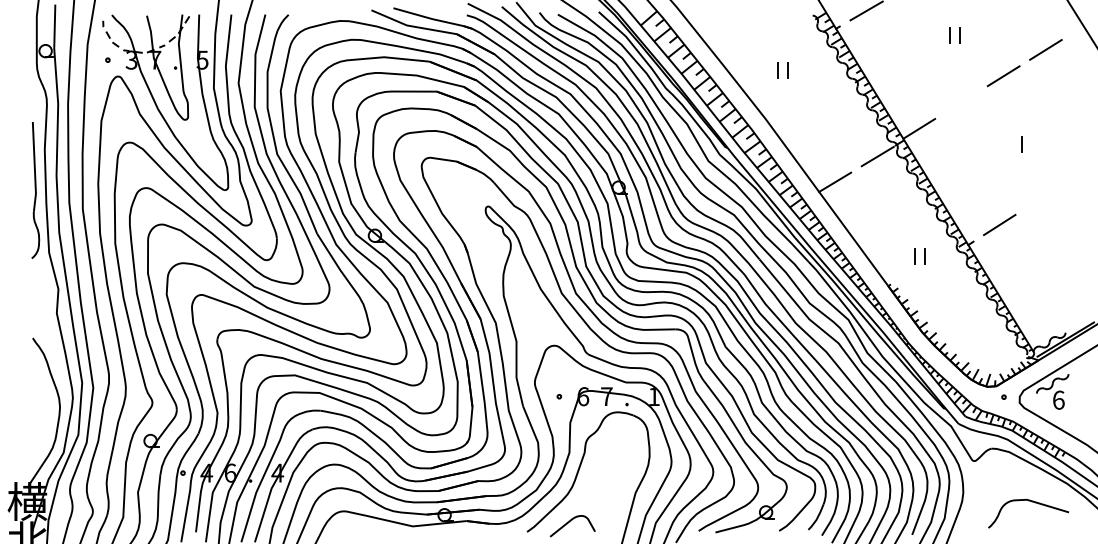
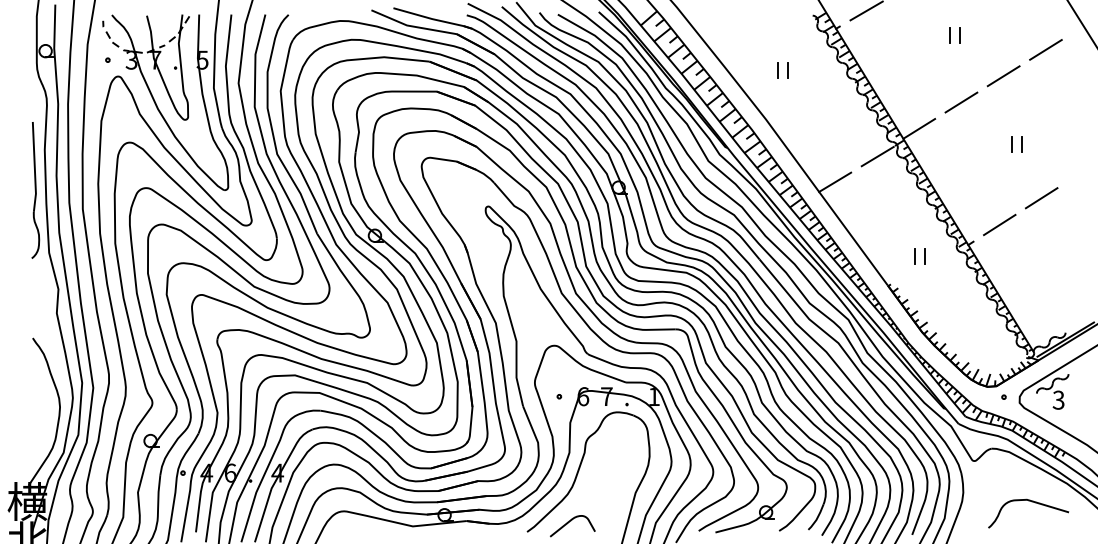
line at (961, 102): none -> present
line at (1011, 144): none -> present
line at (1041, 198): none -> present
text at (1058, 399): 6 -> 3
